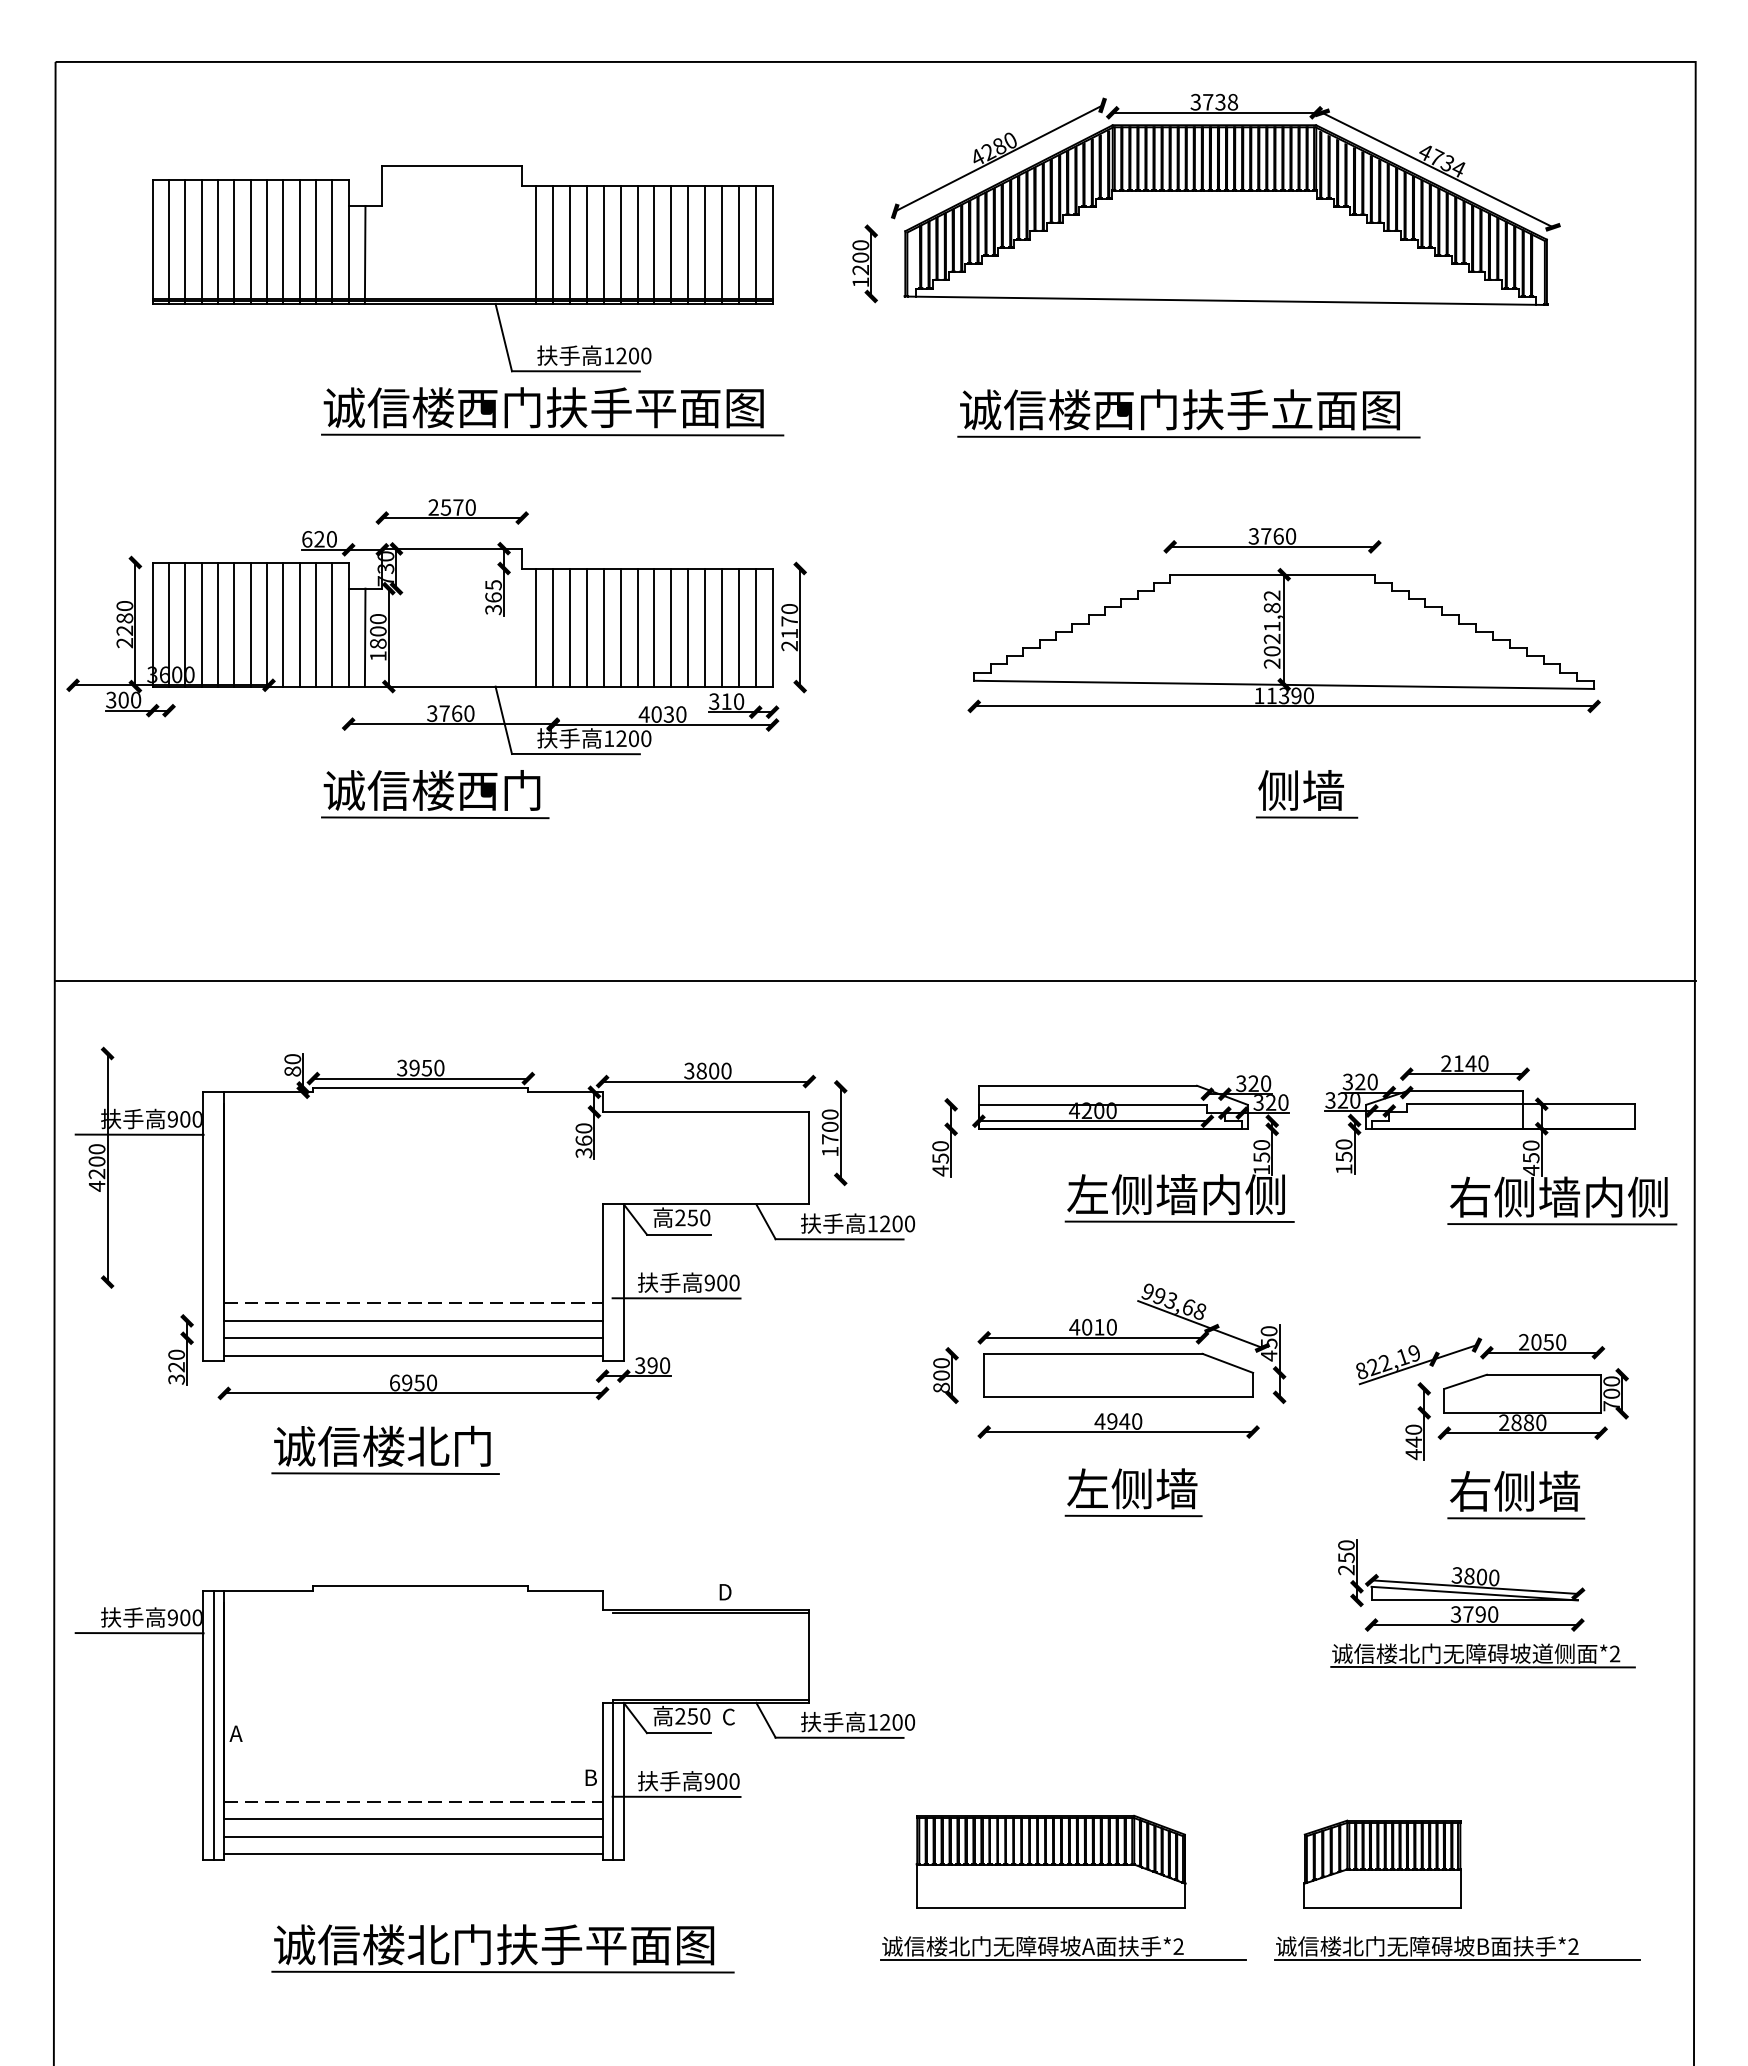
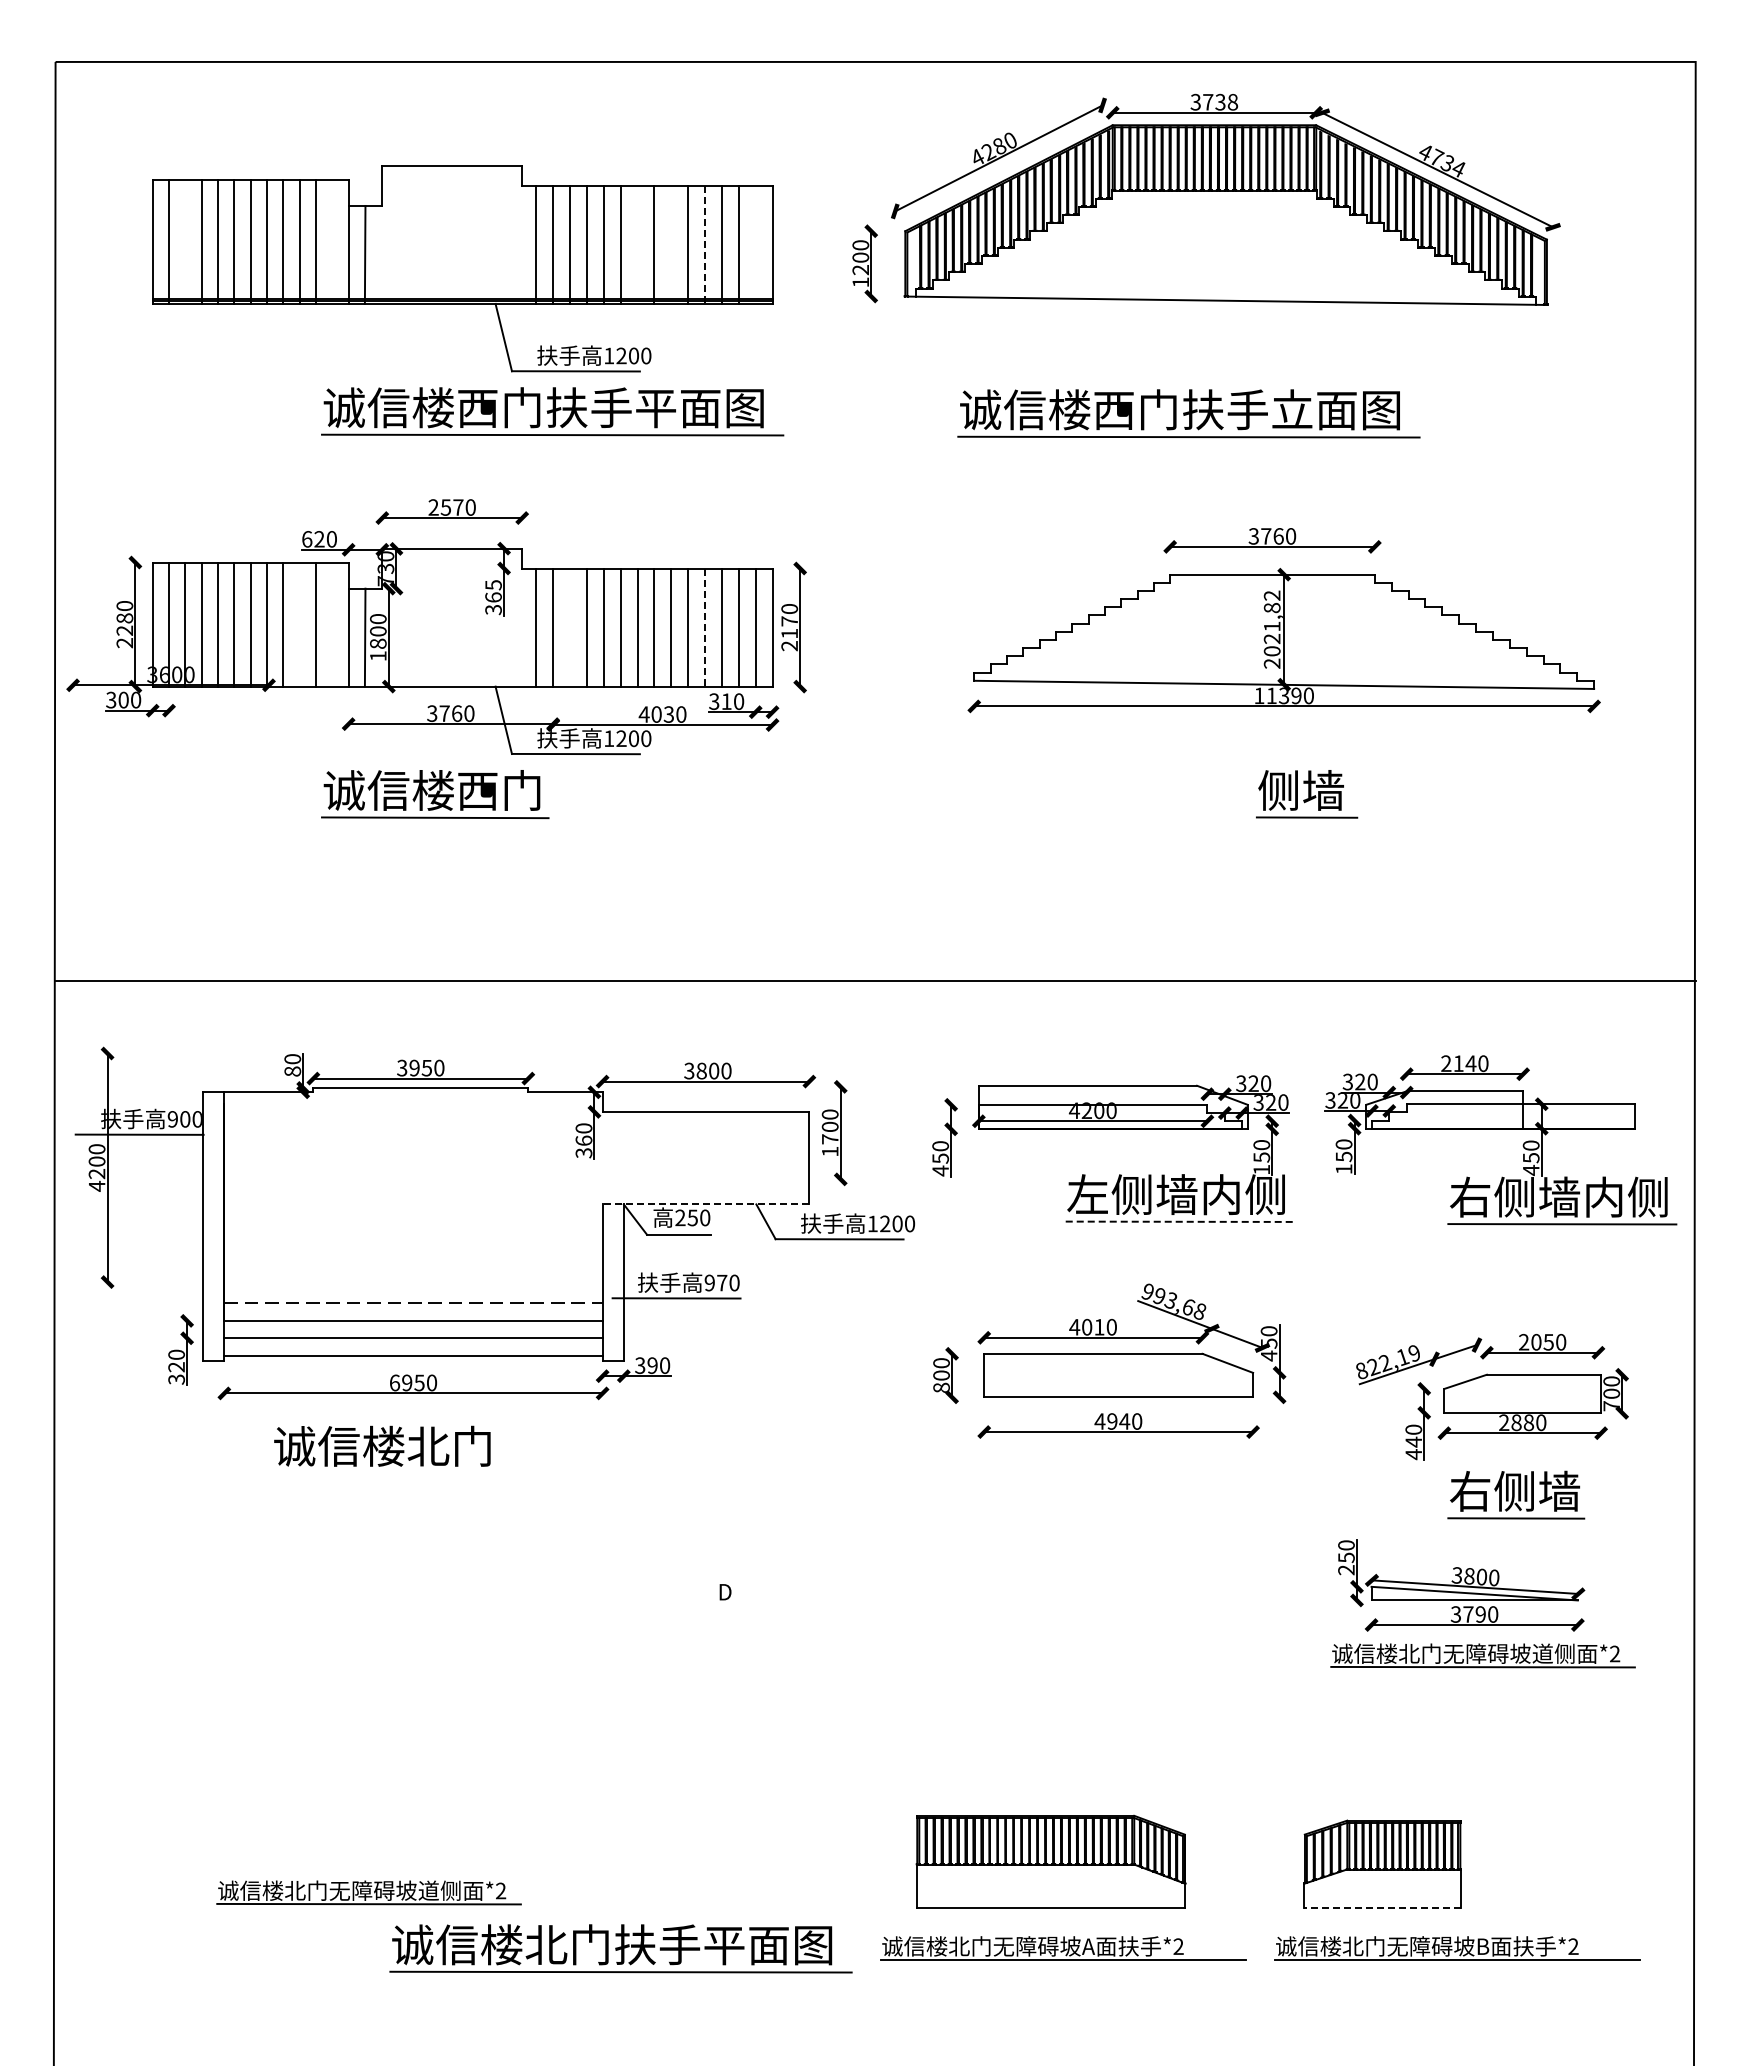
line at (185, 241): present -> none
line at (332, 241): present -> none
line at (637, 244): present -> none
line at (671, 244): present -> none
line at (755, 244): present -> none
line at (705, 245): solid -> dashed
line at (299, 624): present -> none
line at (332, 624): present -> none
line at (570, 627): present -> none
line at (705, 628): solid -> dashed
line at (705, 1204): solid -> dashed
line at (1180, 1221): solid -> dashed
text at (722, 1282): 900 -> 970
line at (385, 1473): present -> none
part at (1133, 1492): present -> none
part at (494, 1722): present -> none
part at (368, 1892): none -> present
line at (1382, 1907): solid -> dashed
part at (502, 1948) position: (502, 1948) -> (620, 1948)
